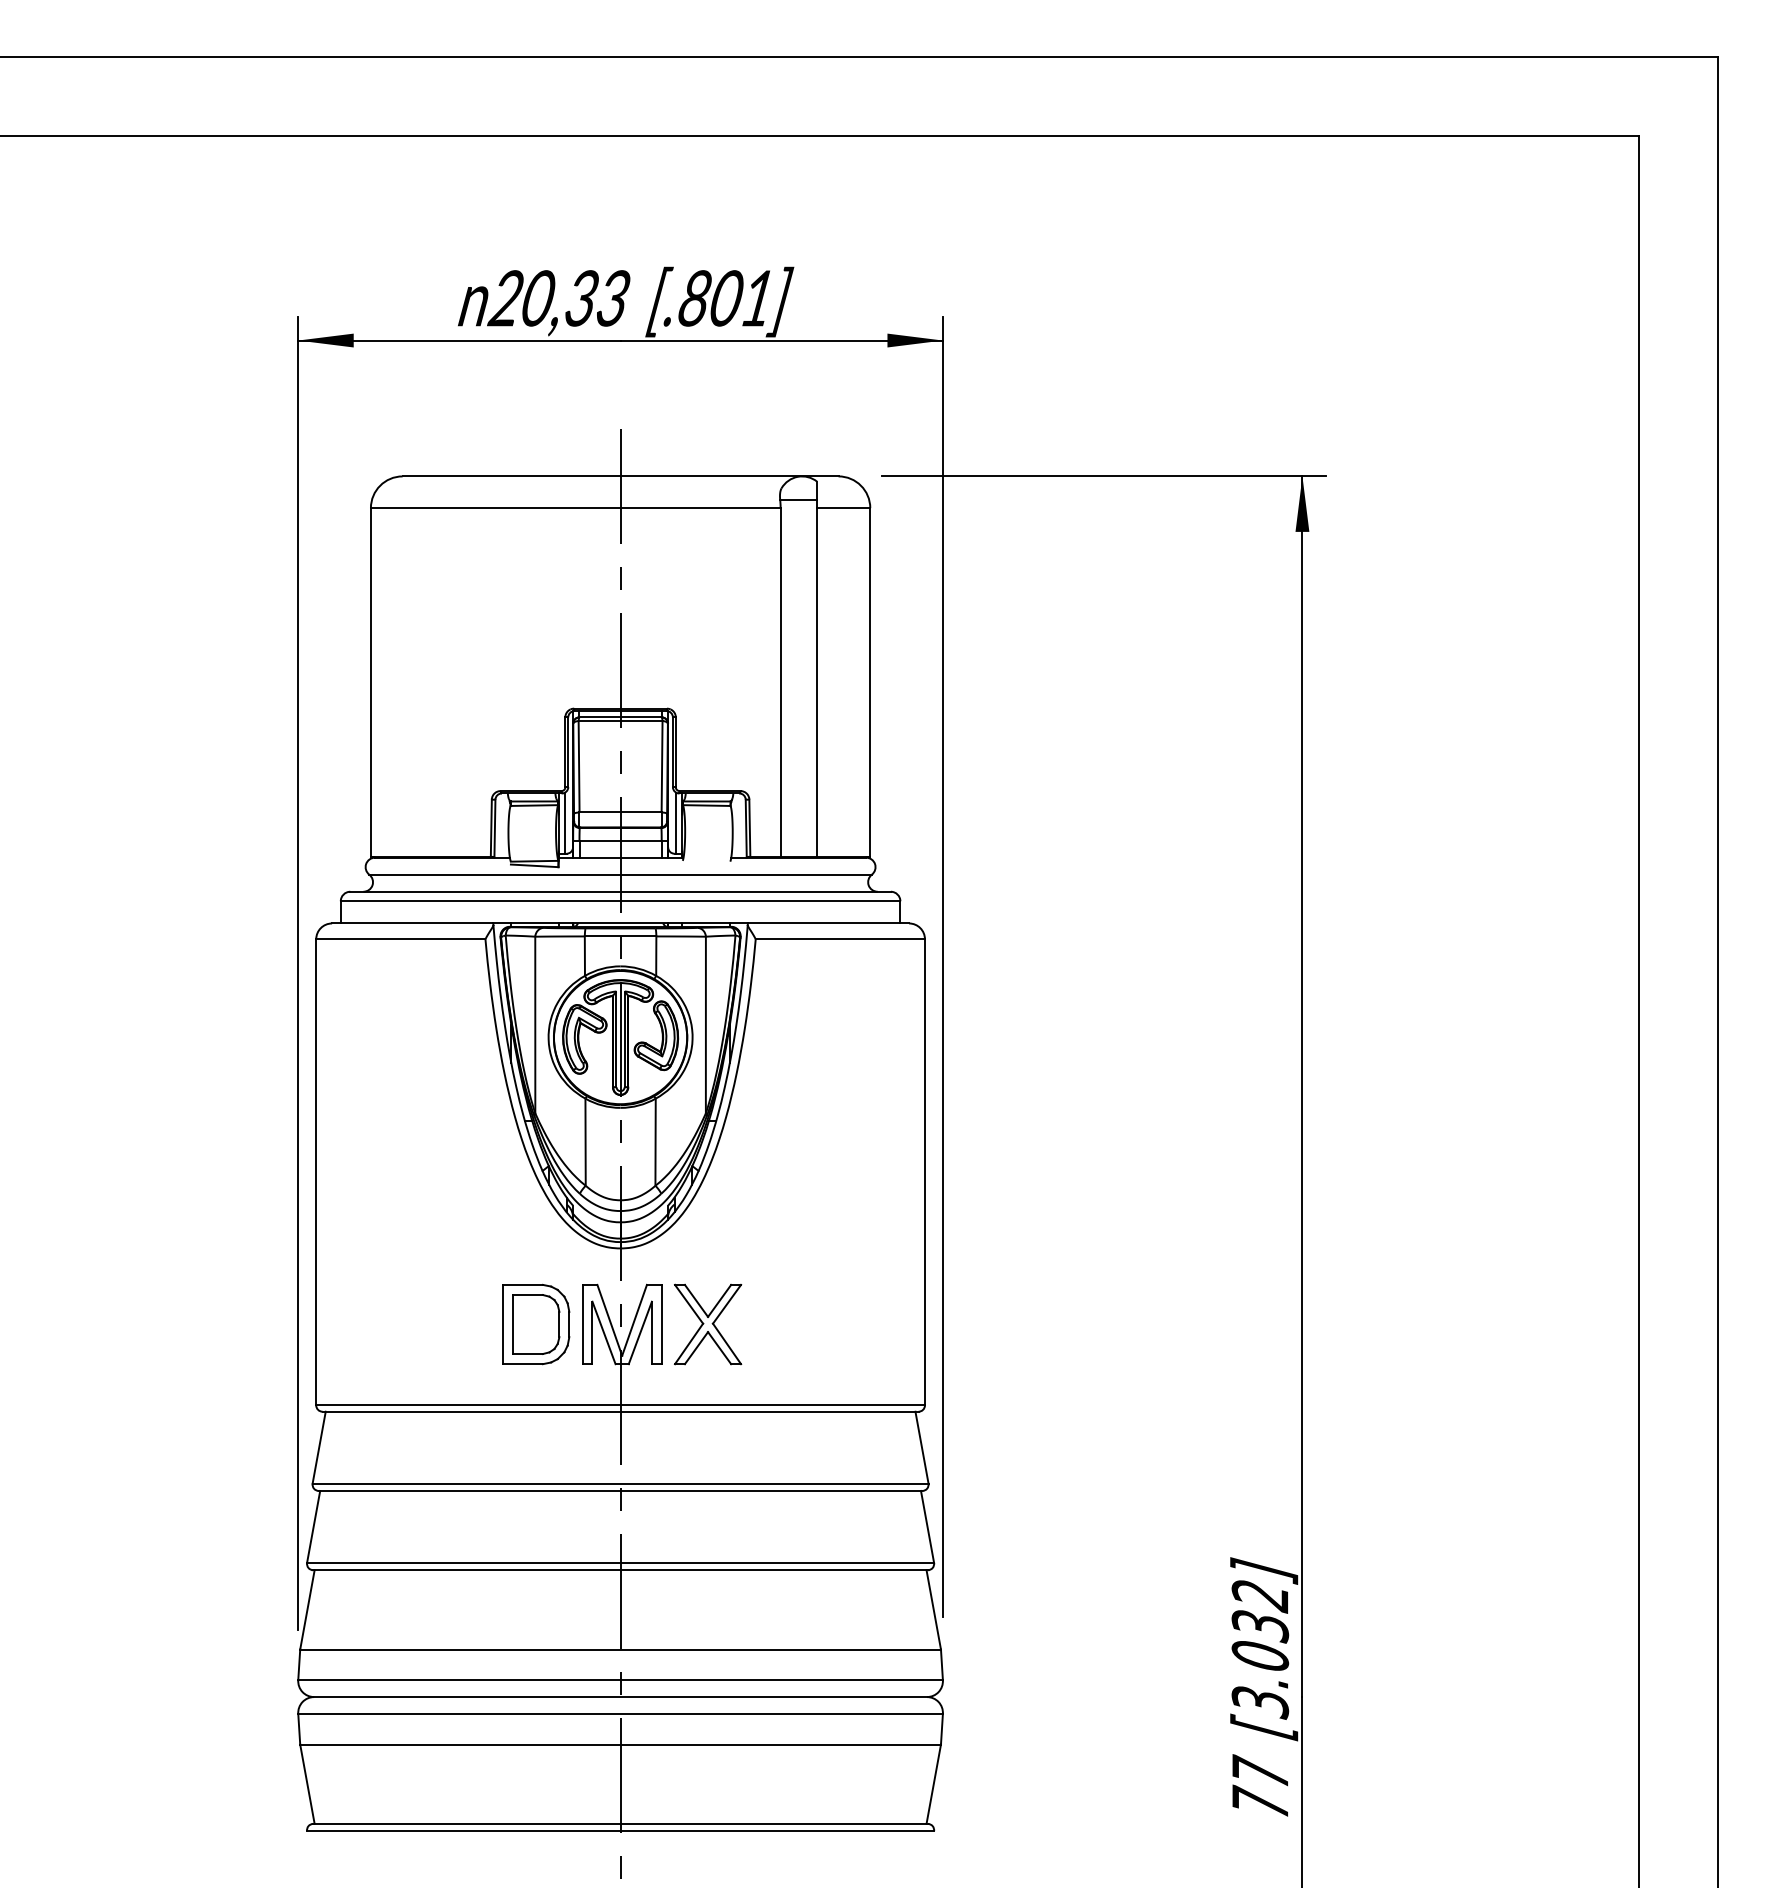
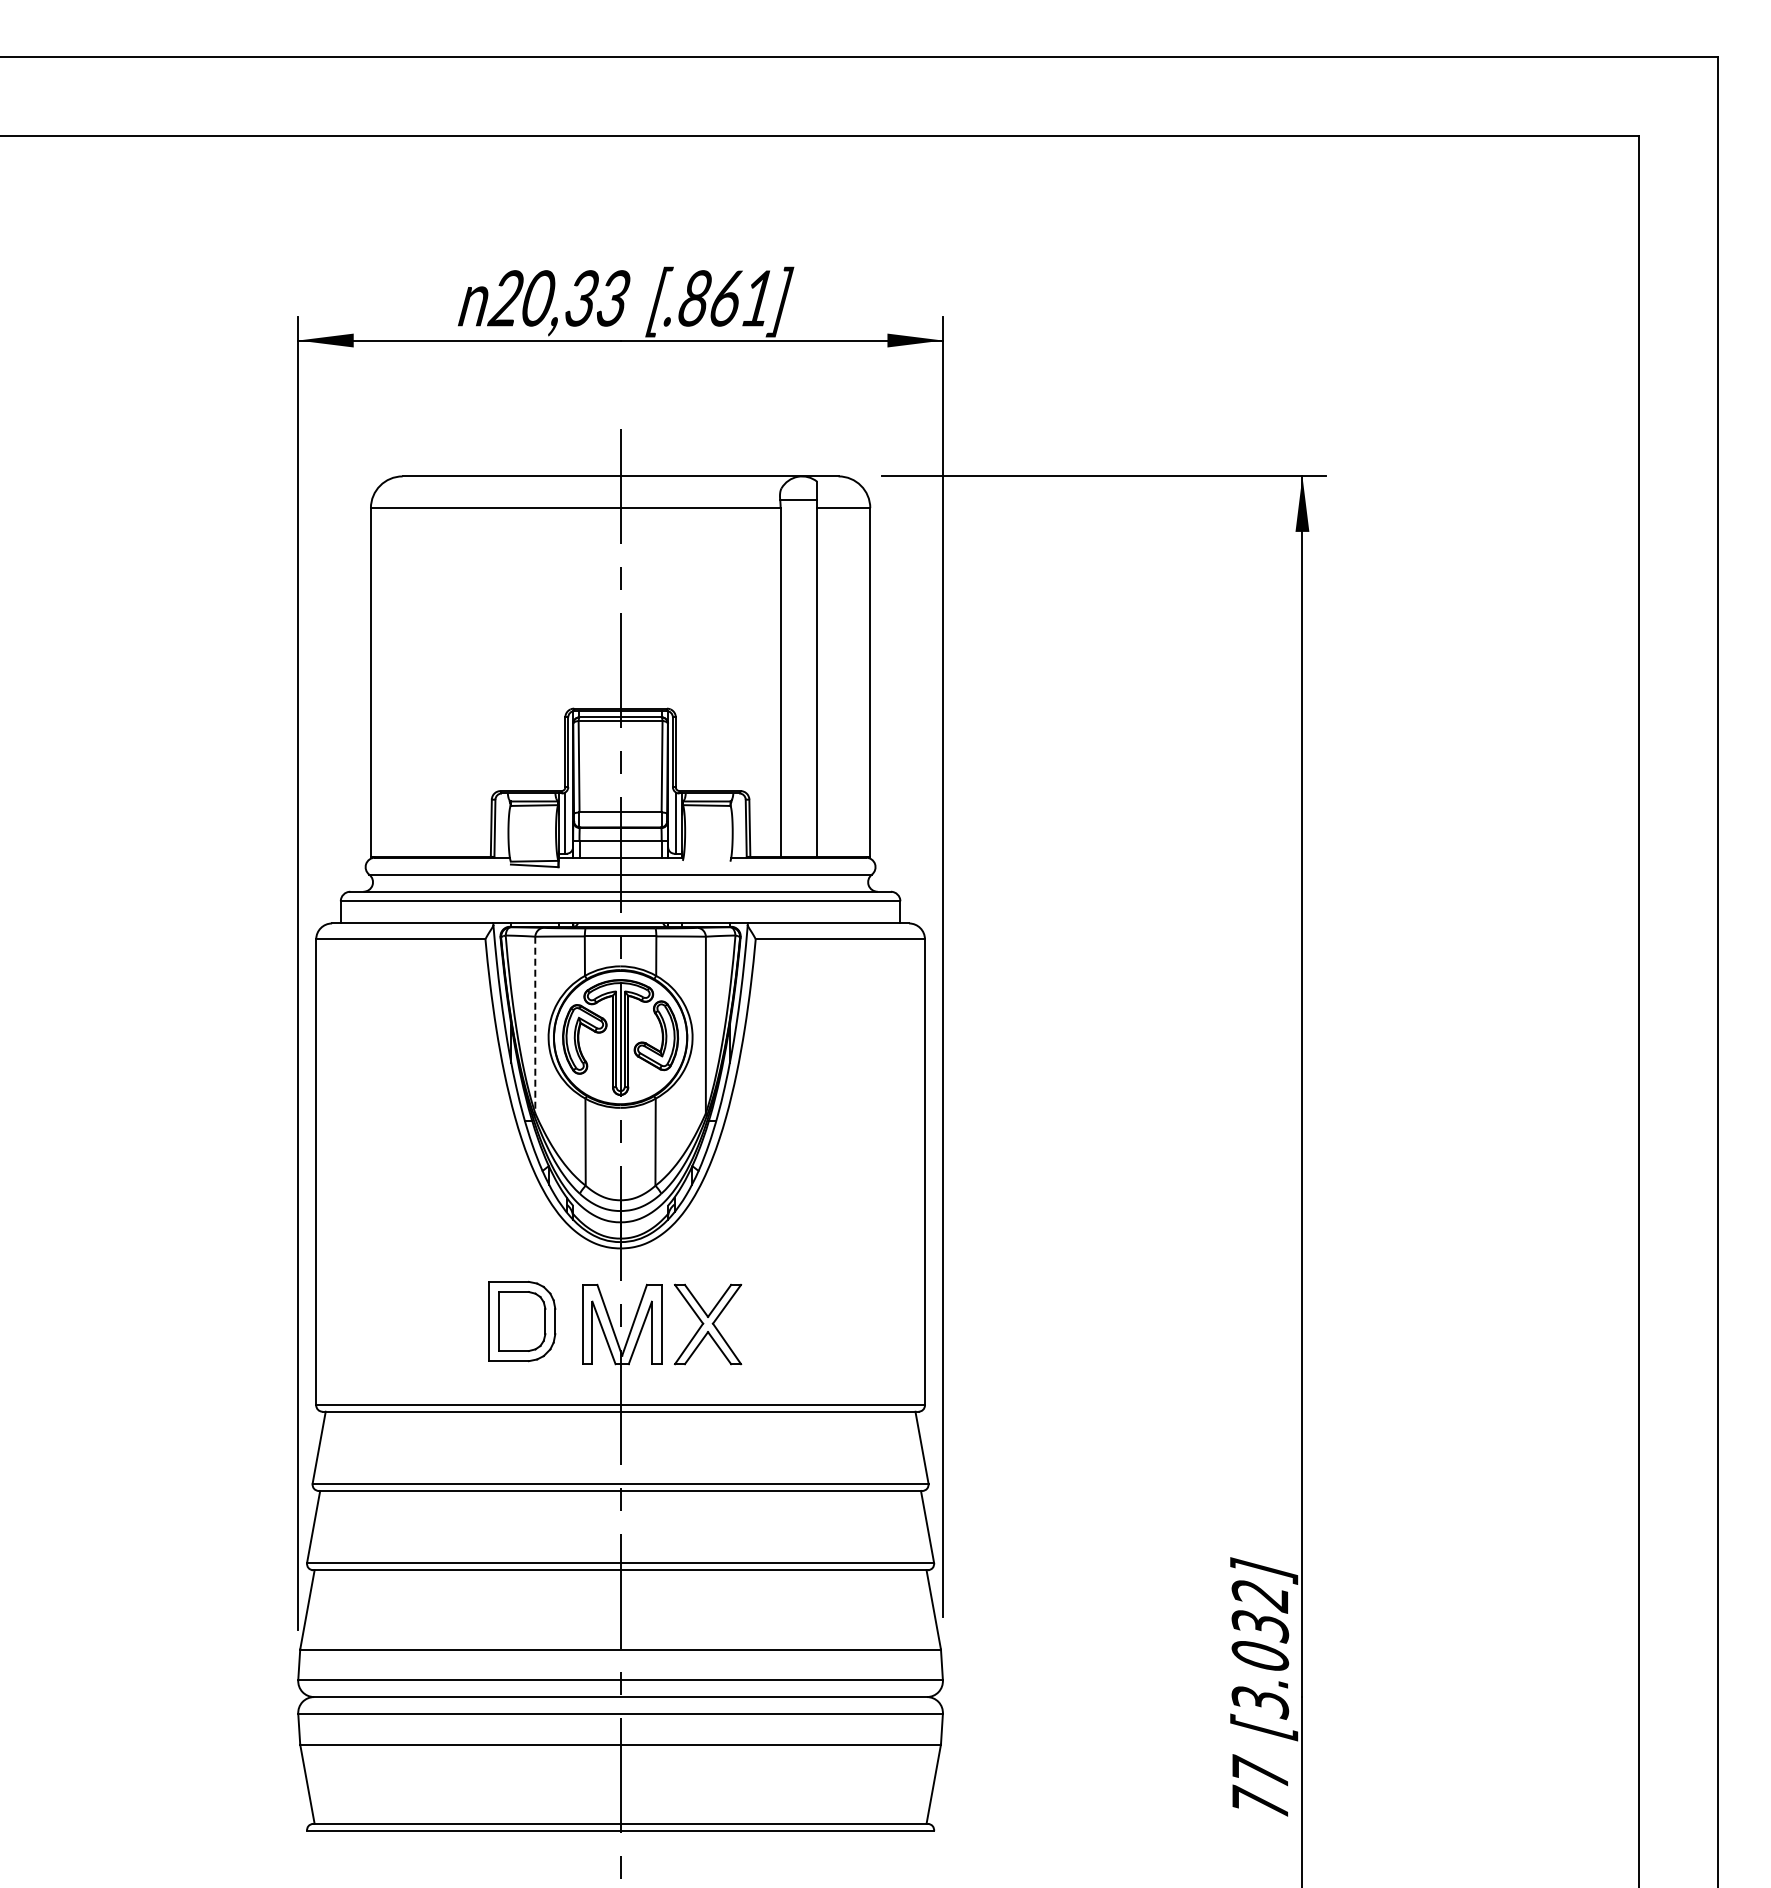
text at (726, 298): [.801] -> [.861]
line at (535, 1025): solid -> dashed
part at (536, 1324) position: (536, 1324) -> (522, 1321)
